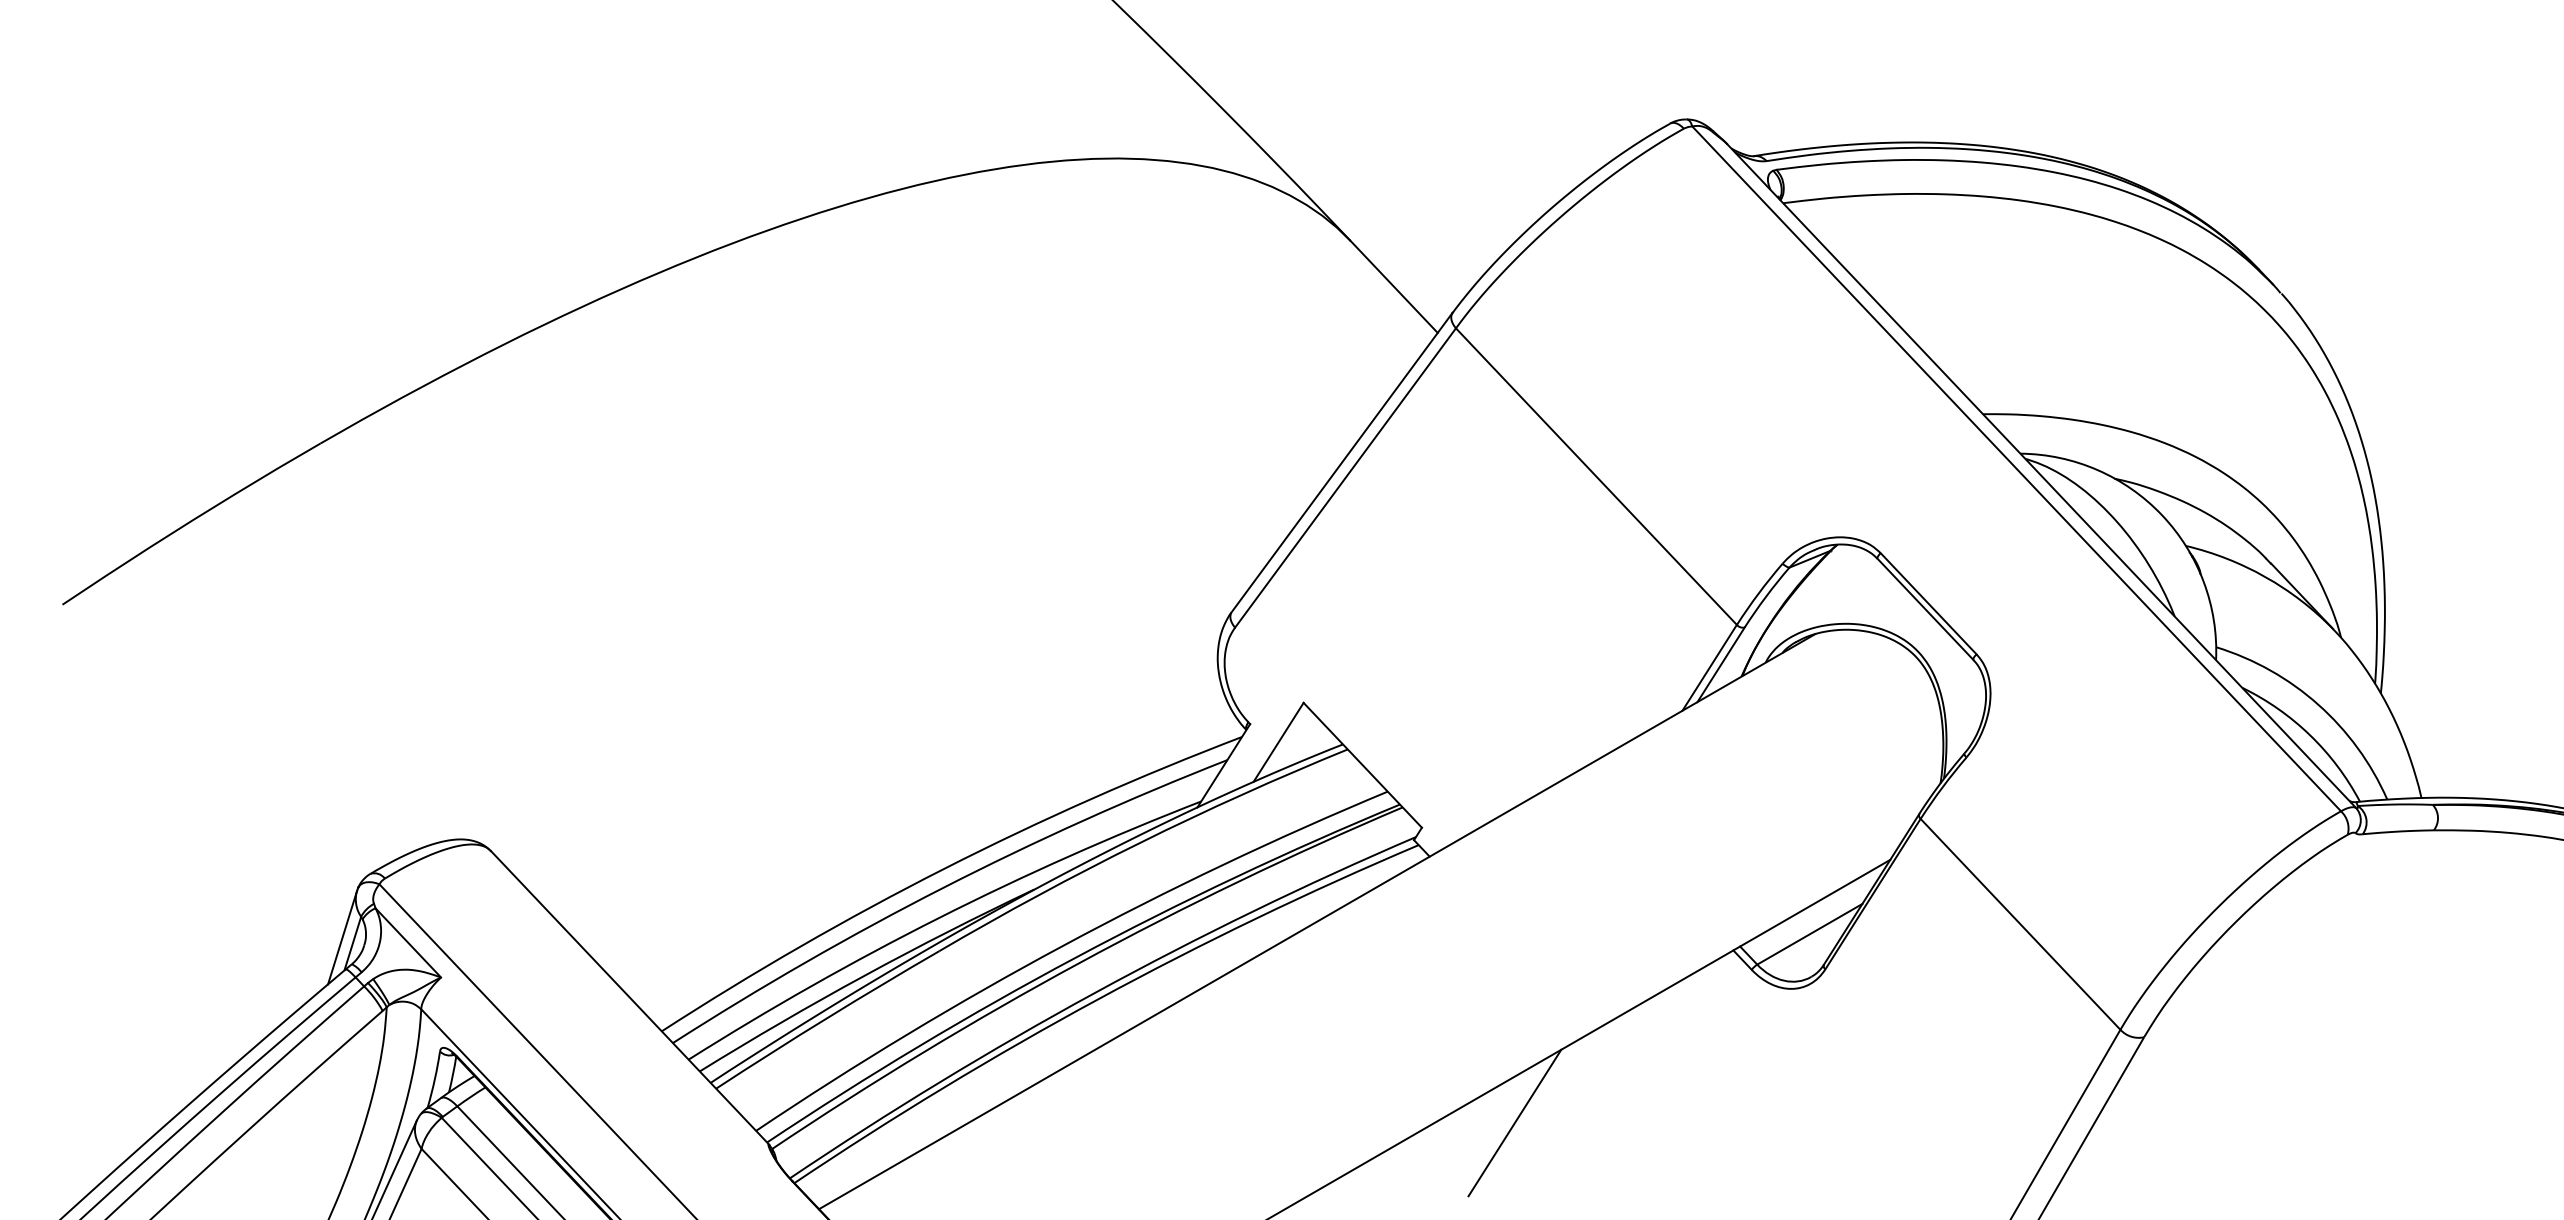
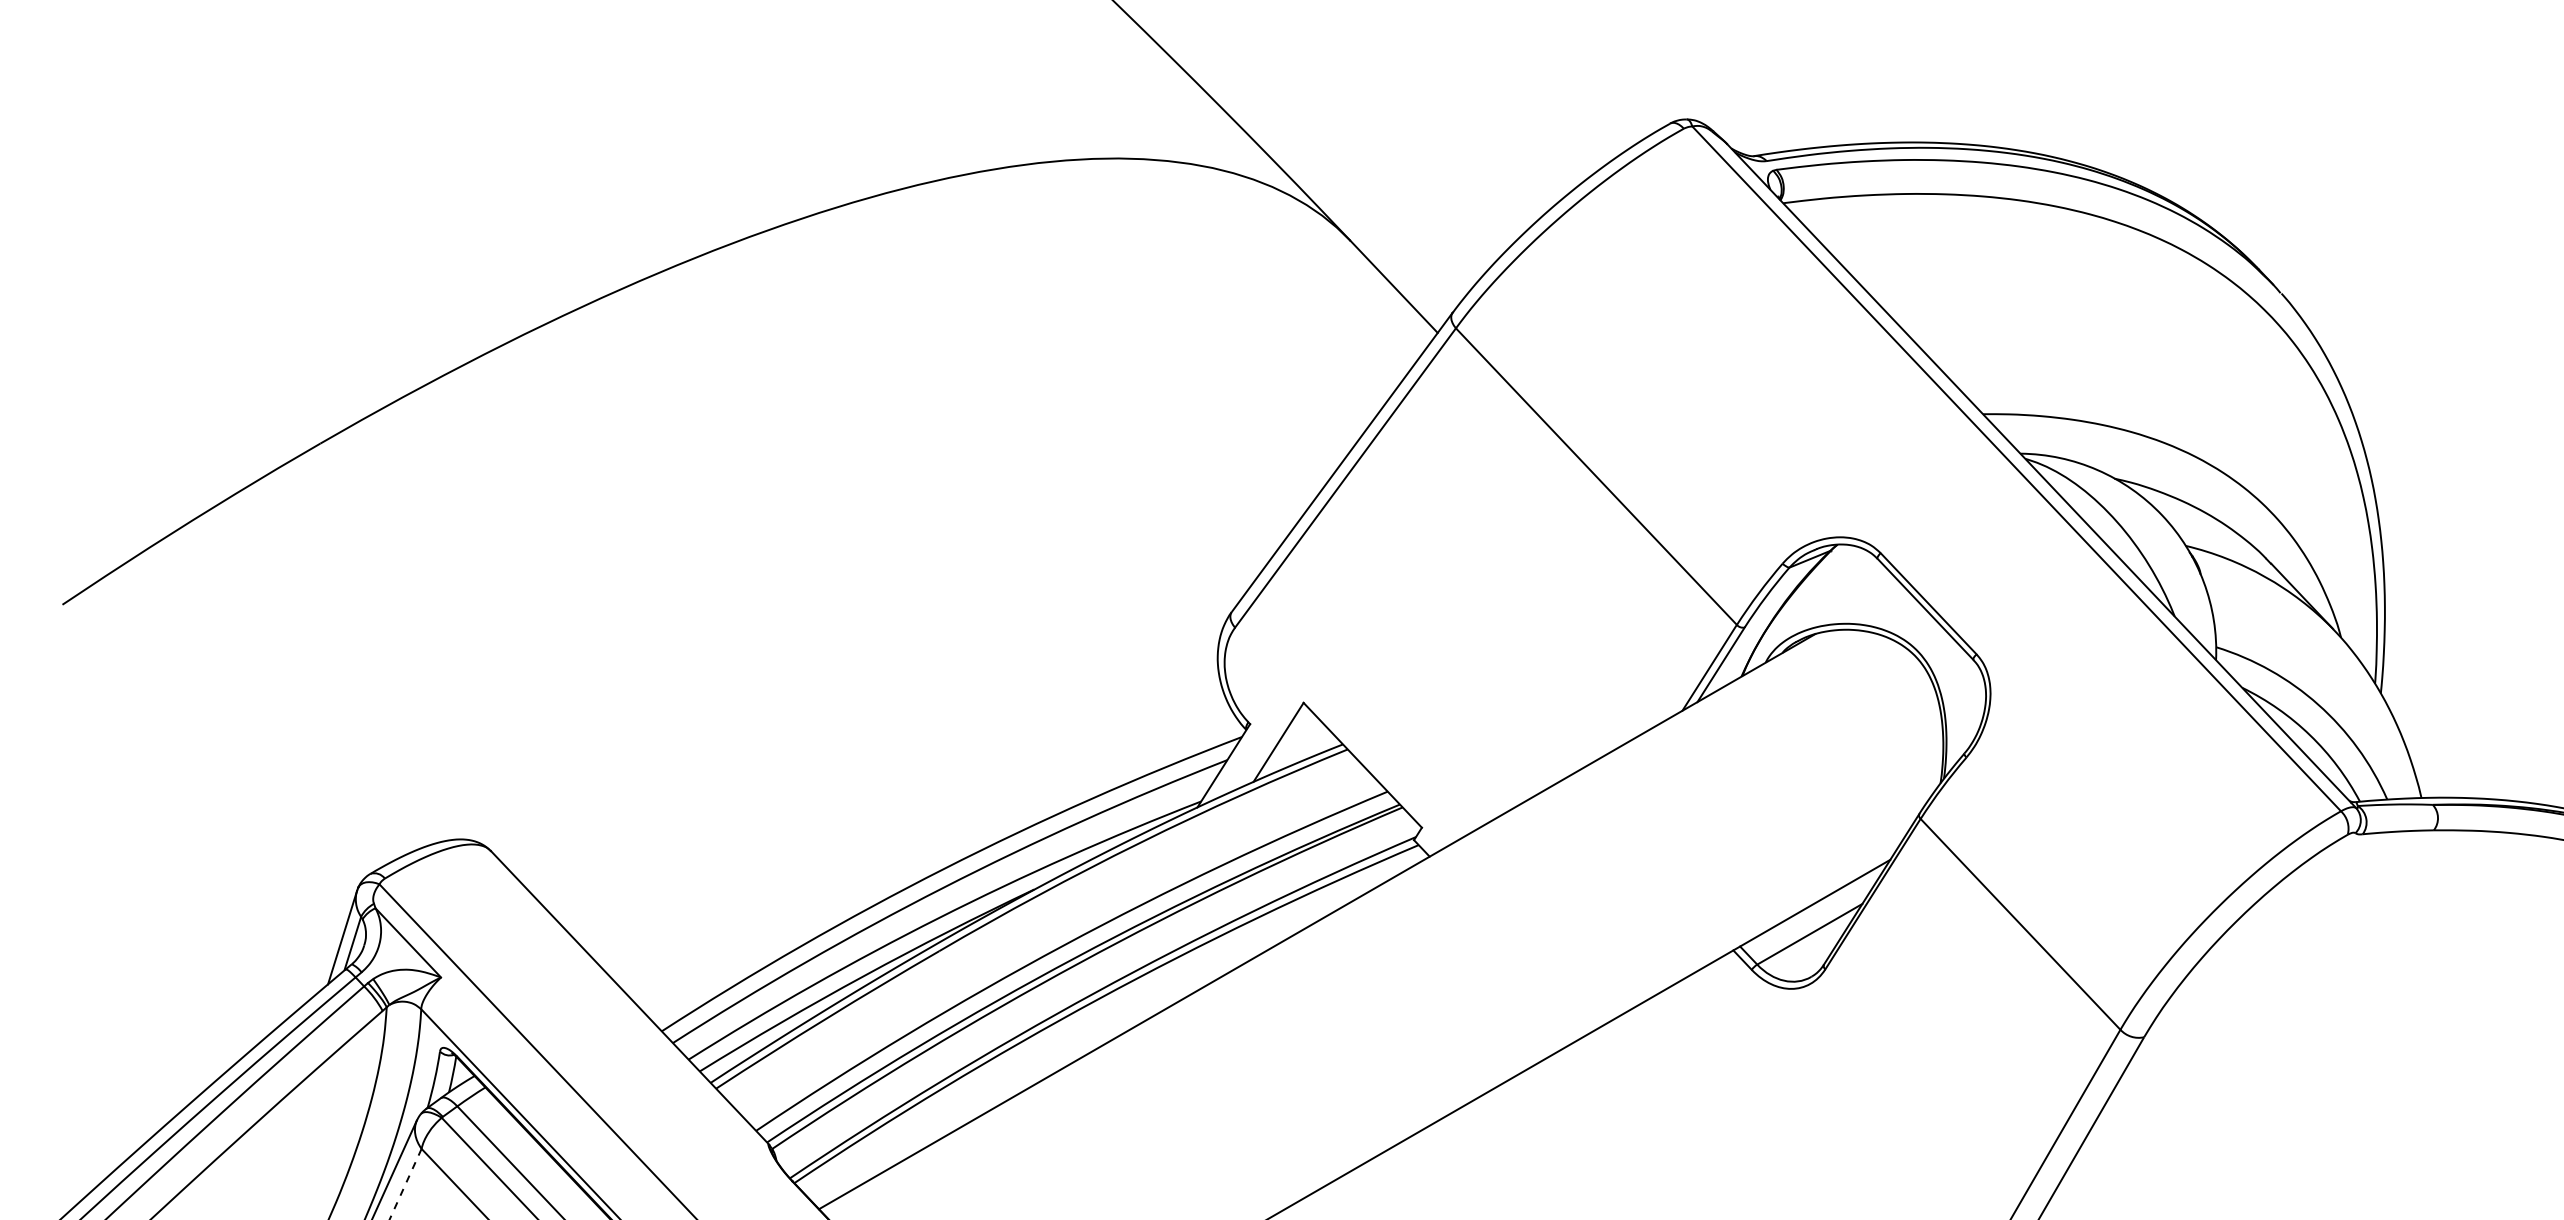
line at (1514, 1122): present -> none
line at (405, 1184): solid -> dashed
